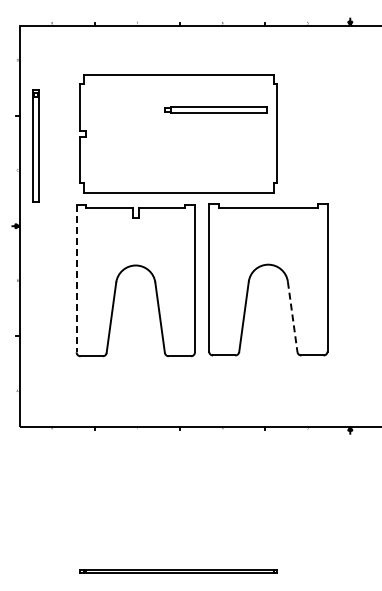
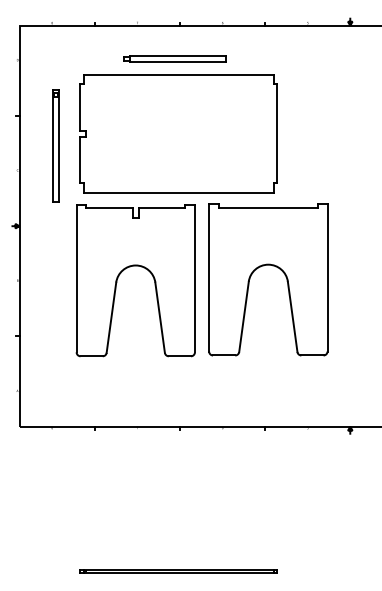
part at (215, 109) position: (215, 109) -> (174, 58)
part at (35, 145) position: (35, 145) -> (55, 145)
line at (76, 278): dashed -> solid
line at (292, 317): dashed -> solid
